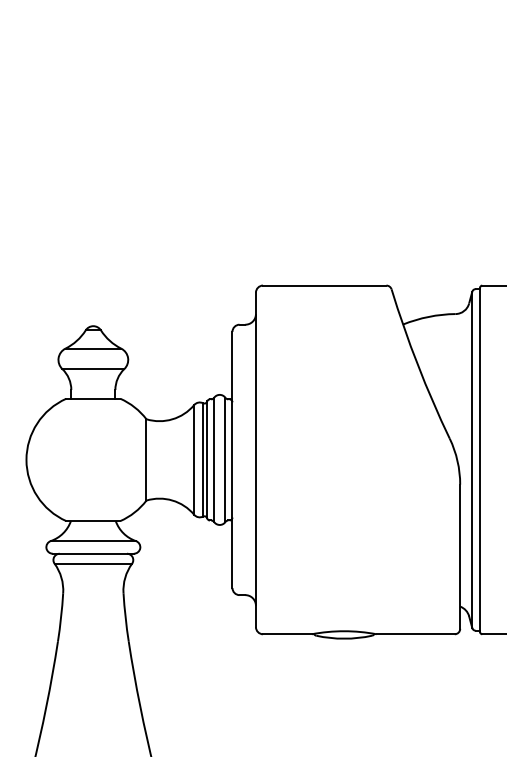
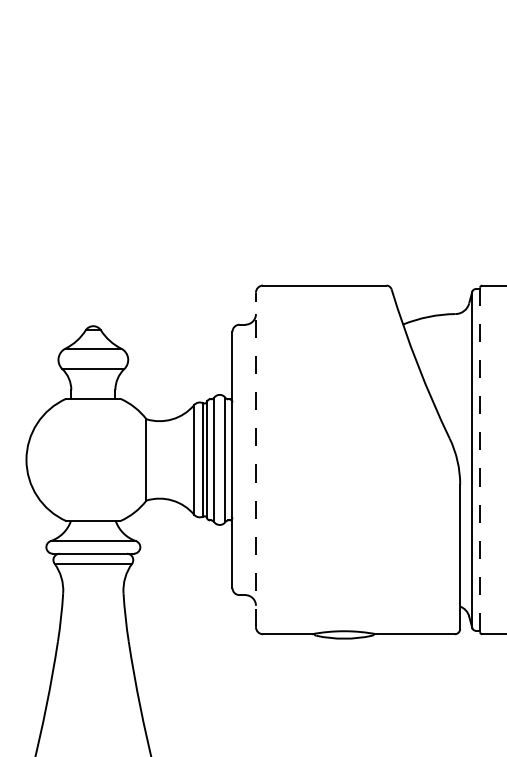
line at (255, 459): solid -> dashed
line at (480, 460): solid -> dashed
